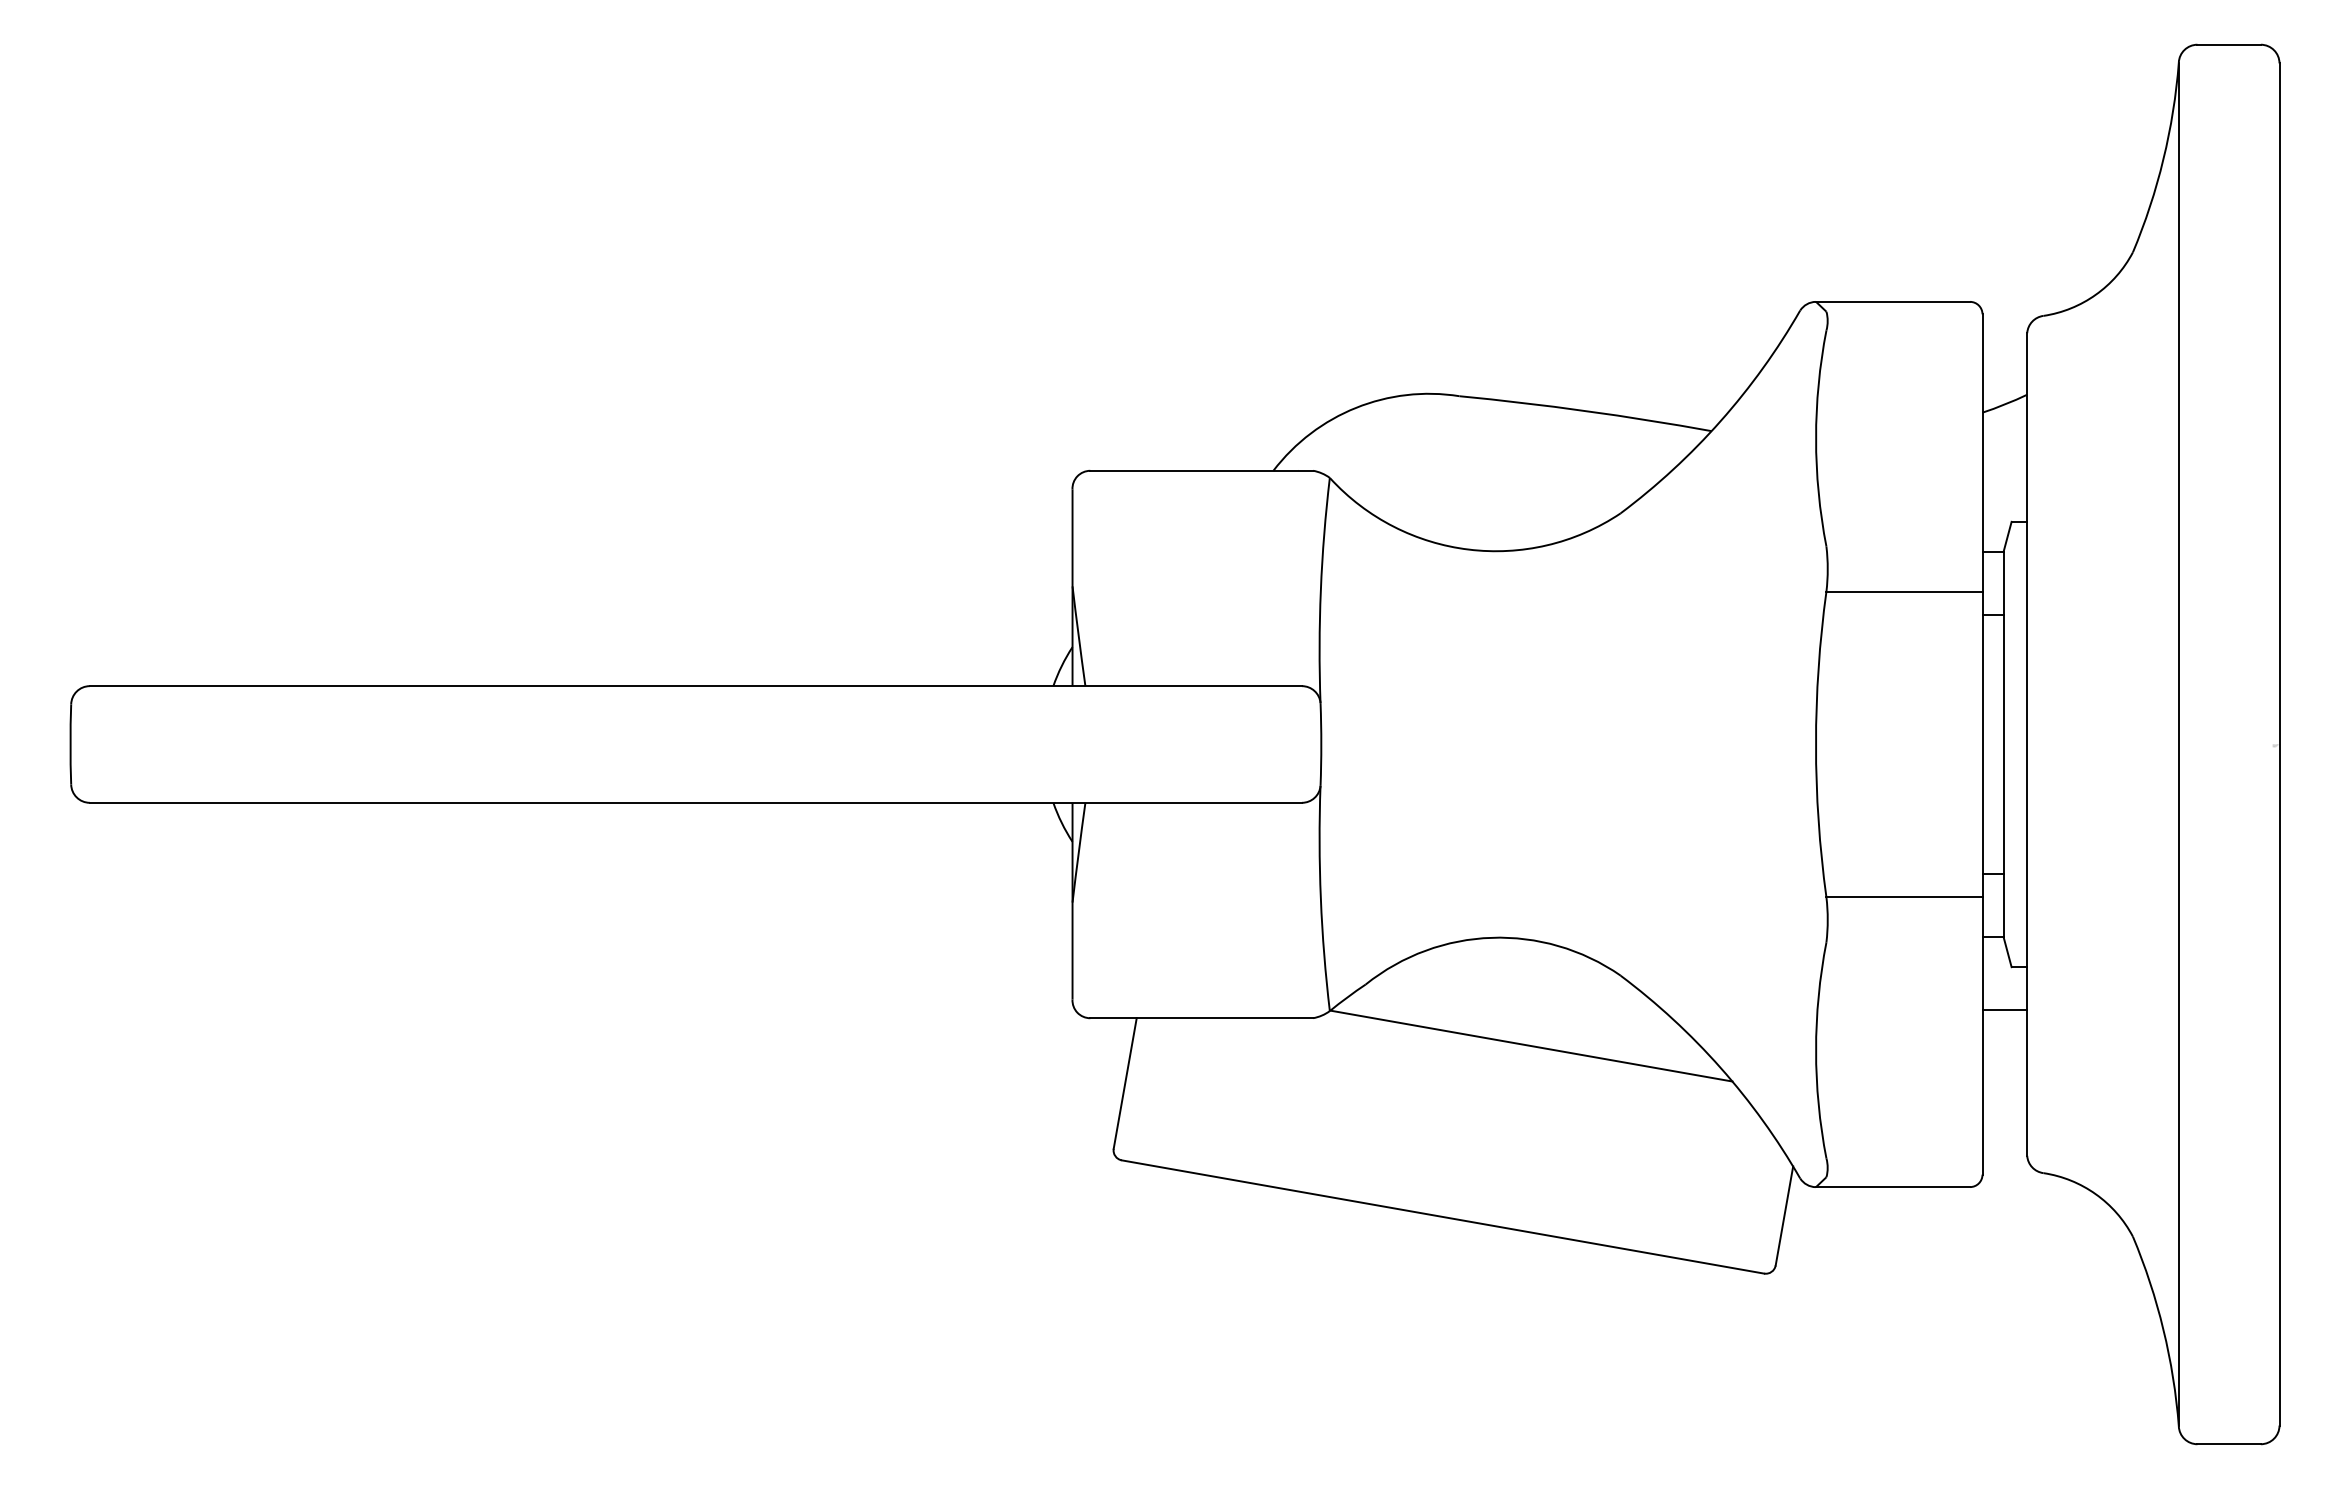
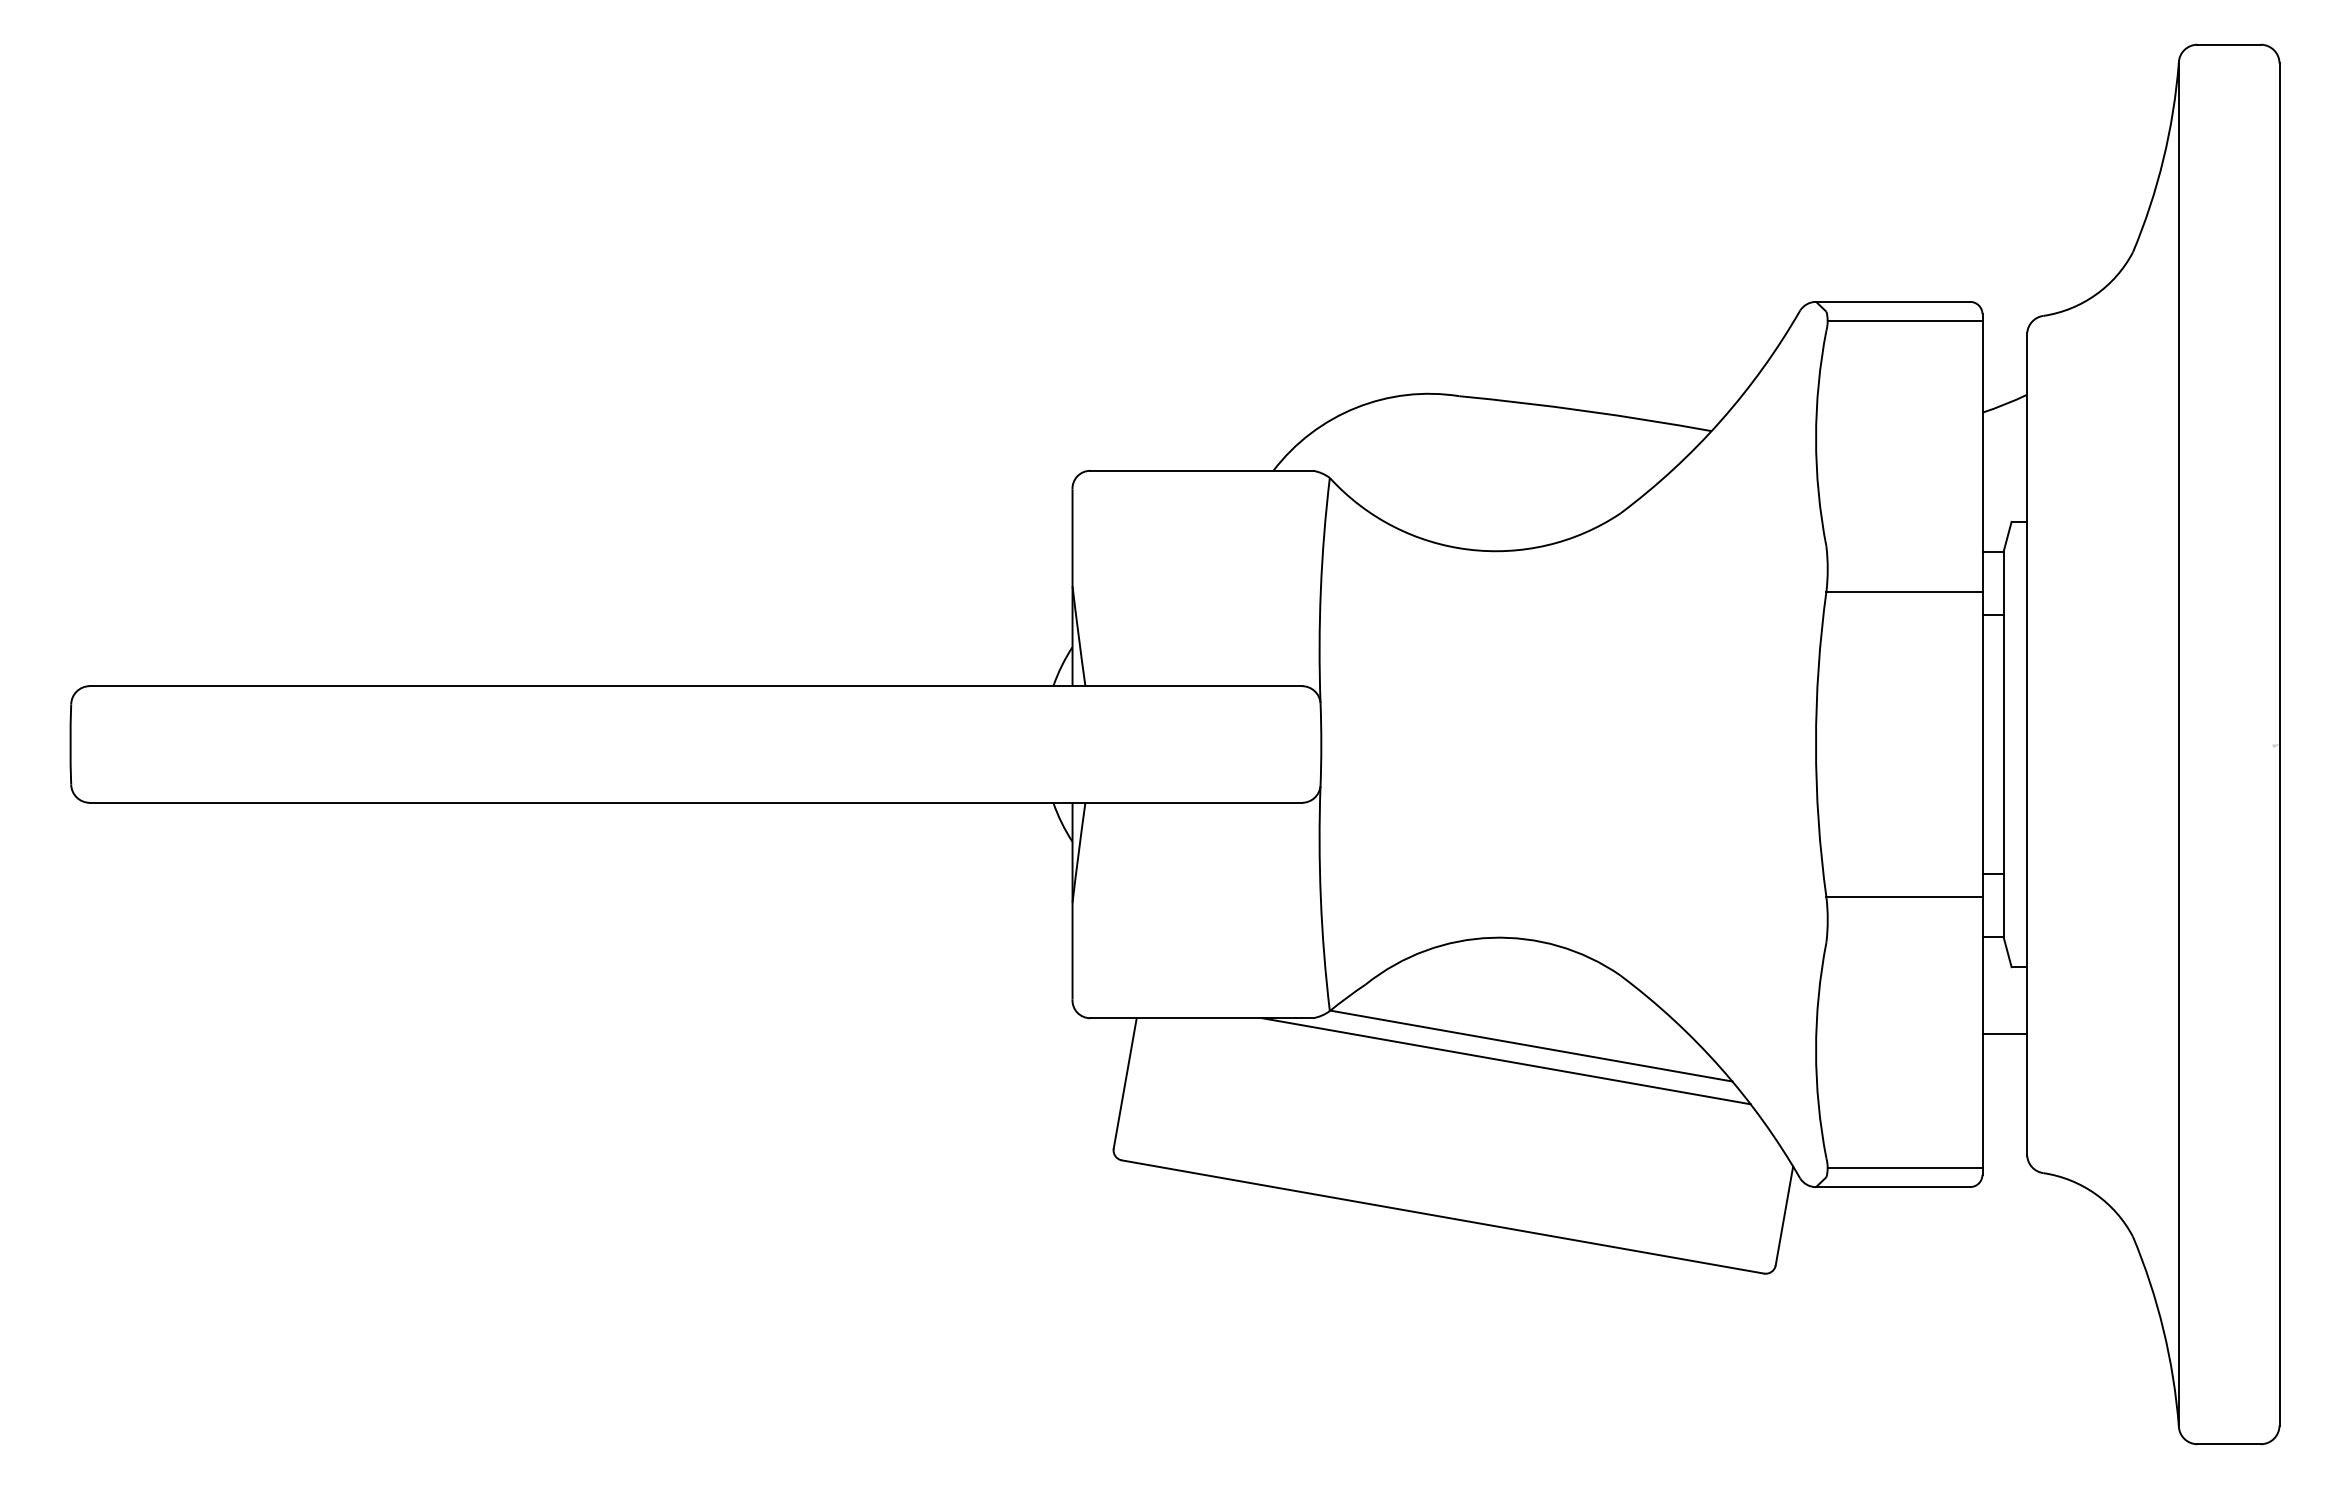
line at (1904, 321): none -> present
line at (2004, 1009) position: (2004, 1009) -> (2004, 1033)
line at (1506, 1061): none -> present
line at (1904, 1167): none -> present
